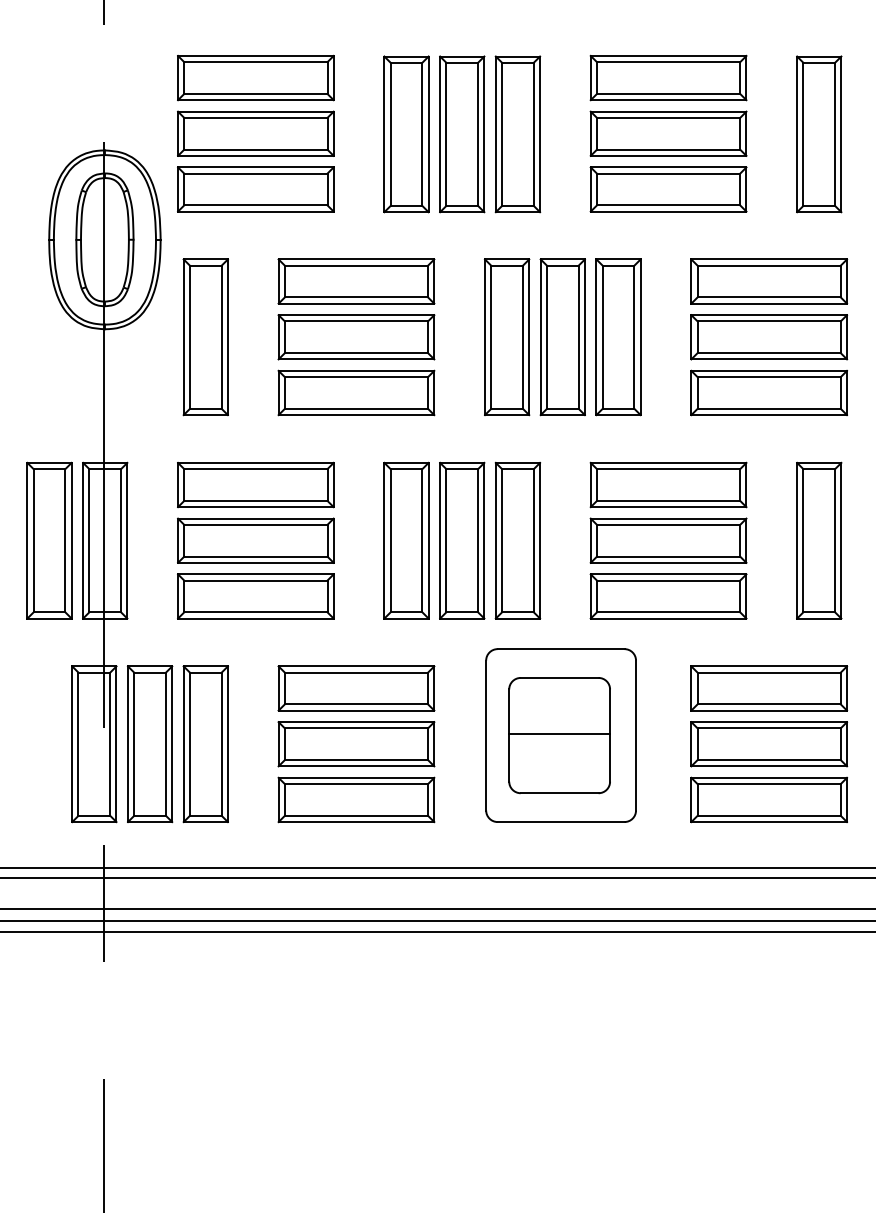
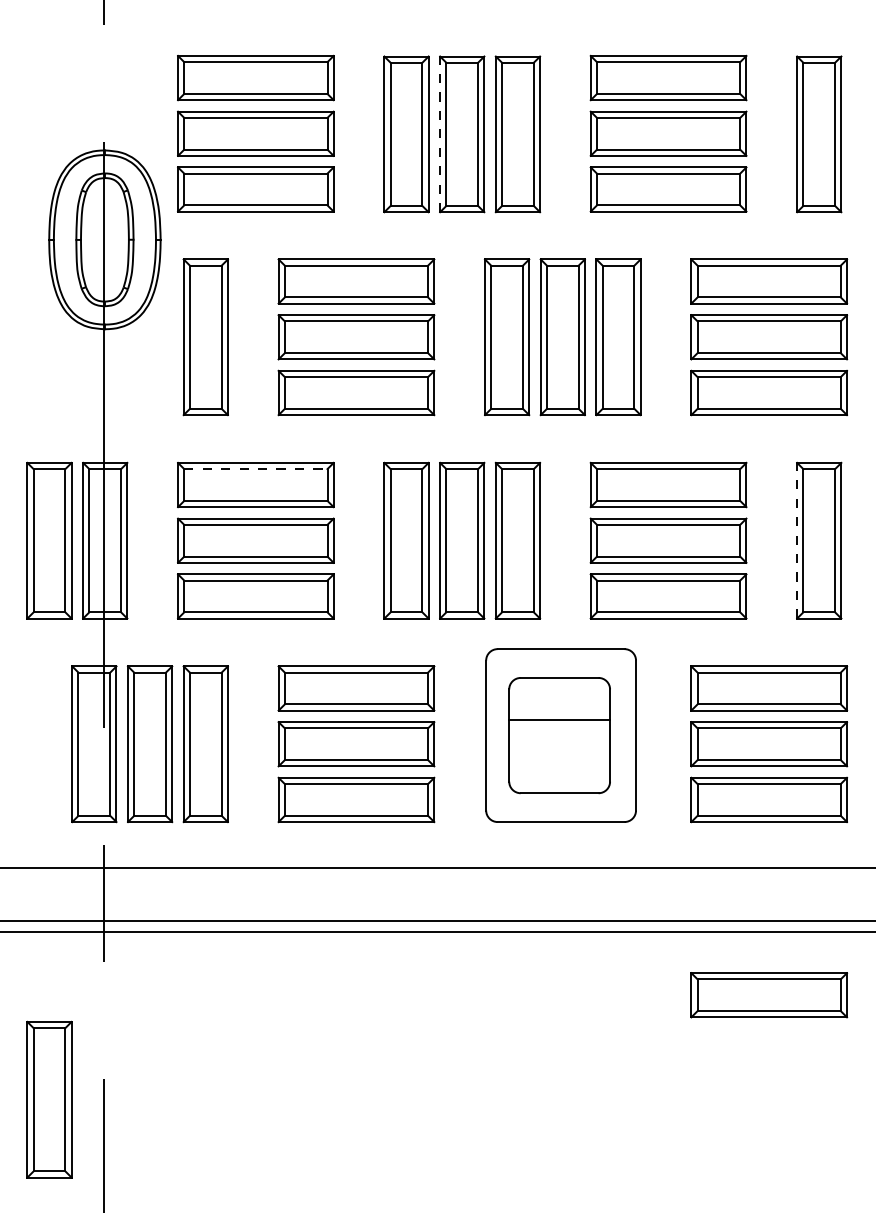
line at (440, 134): solid -> dashed
line at (255, 469): solid -> dashed
line at (797, 540): solid -> dashed
line at (559, 733) position: (559, 733) -> (559, 719)
line at (437, 878): present -> none
line at (437, 909): present -> none
part at (769, 995): none -> present
part at (49, 1099): none -> present
